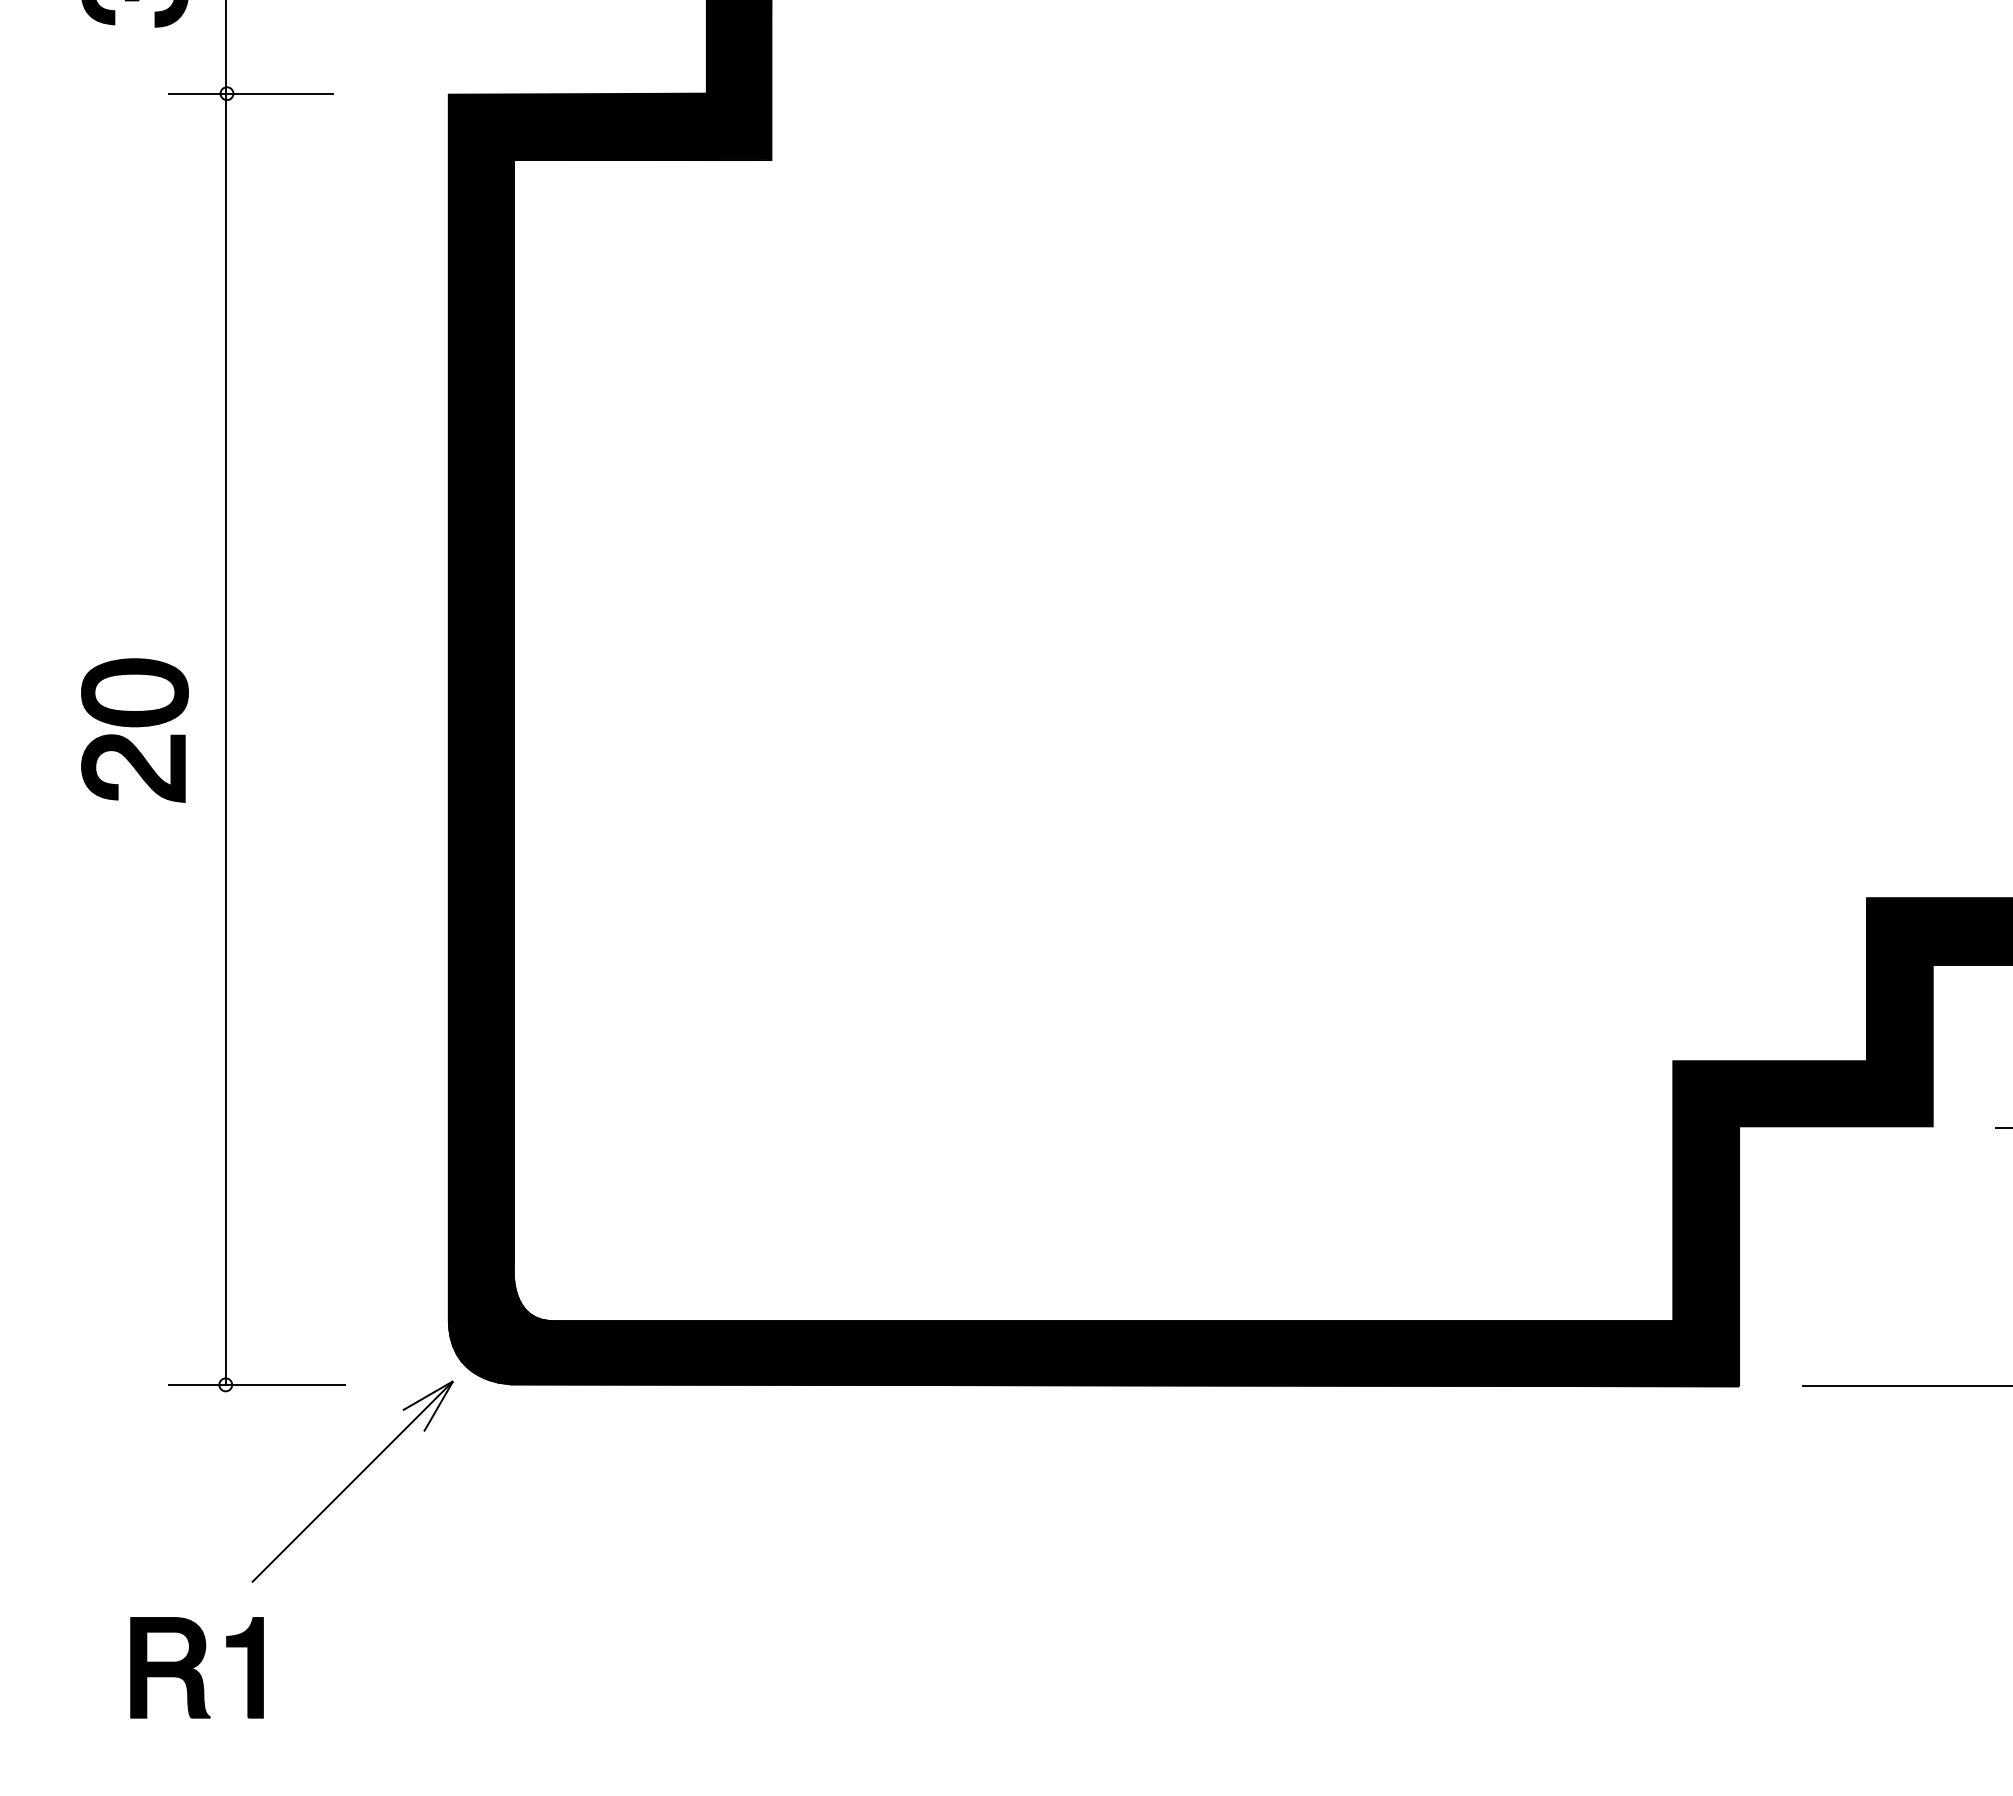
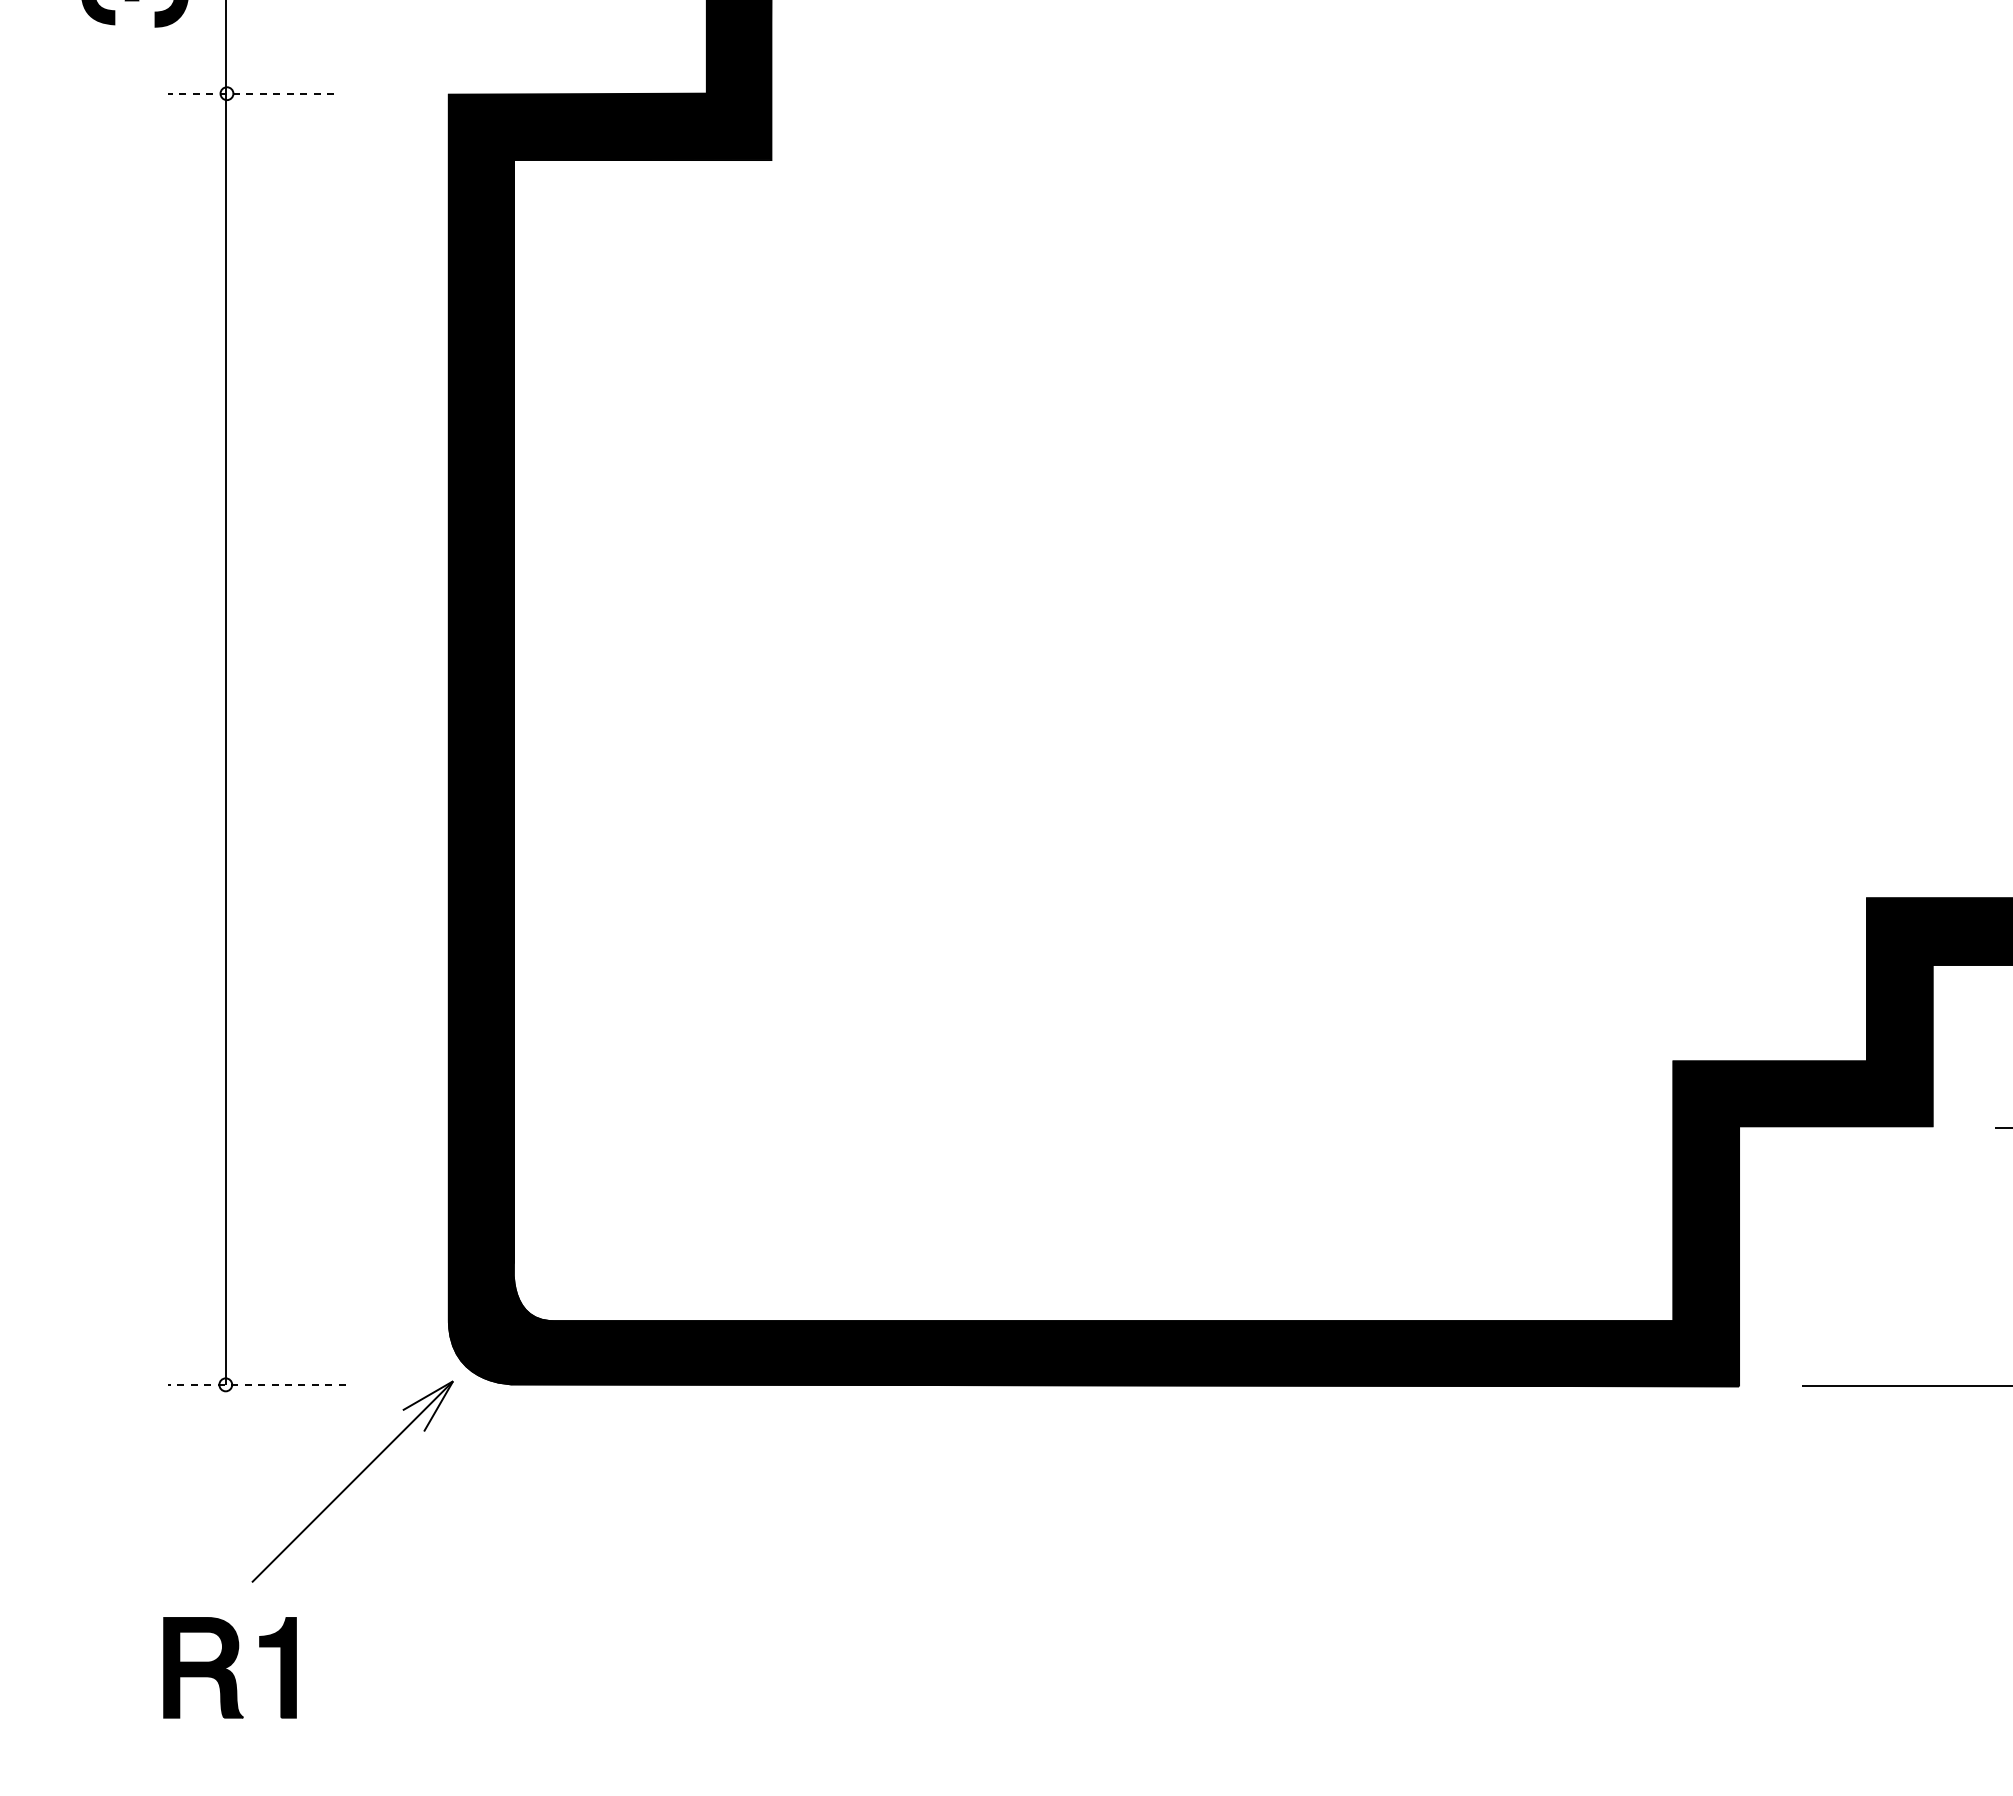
line at (250, 94): solid -> dashed
part at (134, 730): present -> none
line at (256, 1384): solid -> dashed
part at (196, 1667) position: (196, 1667) -> (229, 1667)
